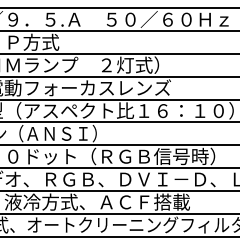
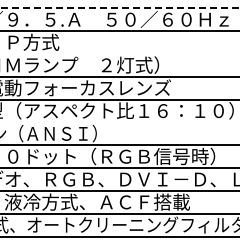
line at (119, 8): solid -> dashed
line at (119, 54): present -> none
line at (119, 122): present -> none
